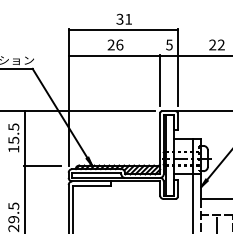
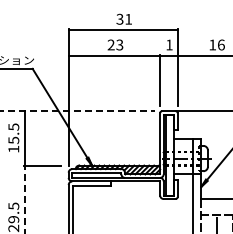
text at (119, 44): 26 -> 23
text at (169, 44): 5 -> 1
text at (216, 44): 22 -> 16
line at (78, 111): solid -> dashed
line at (24, 199): solid -> dashed
